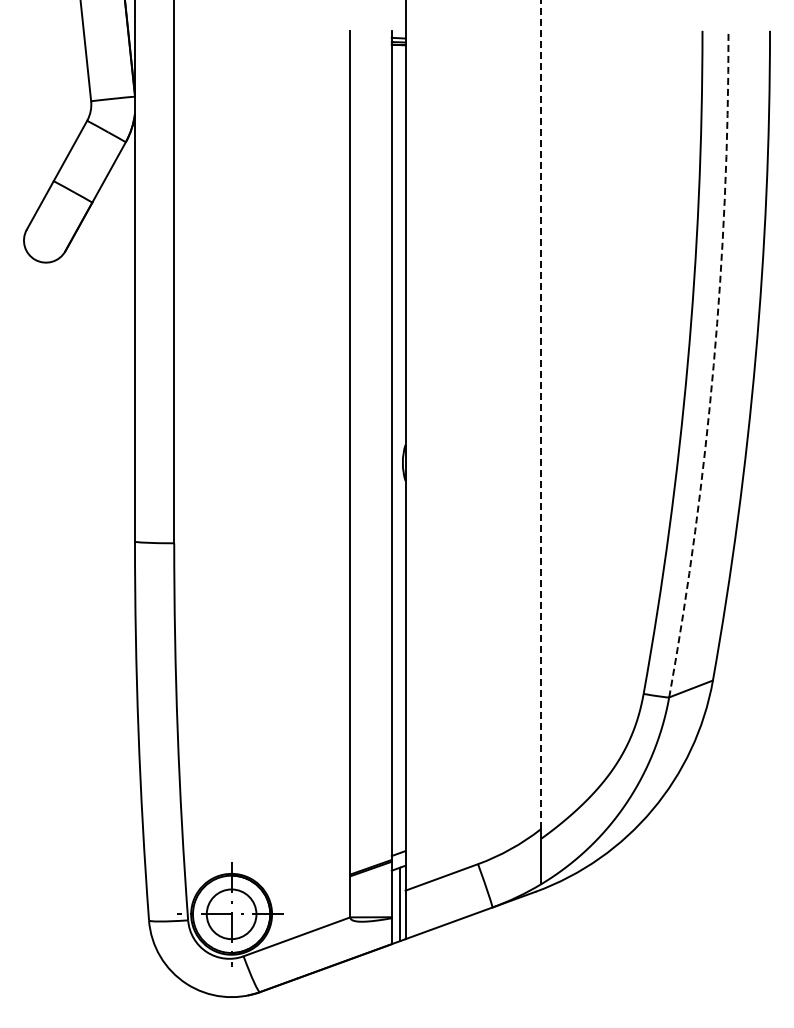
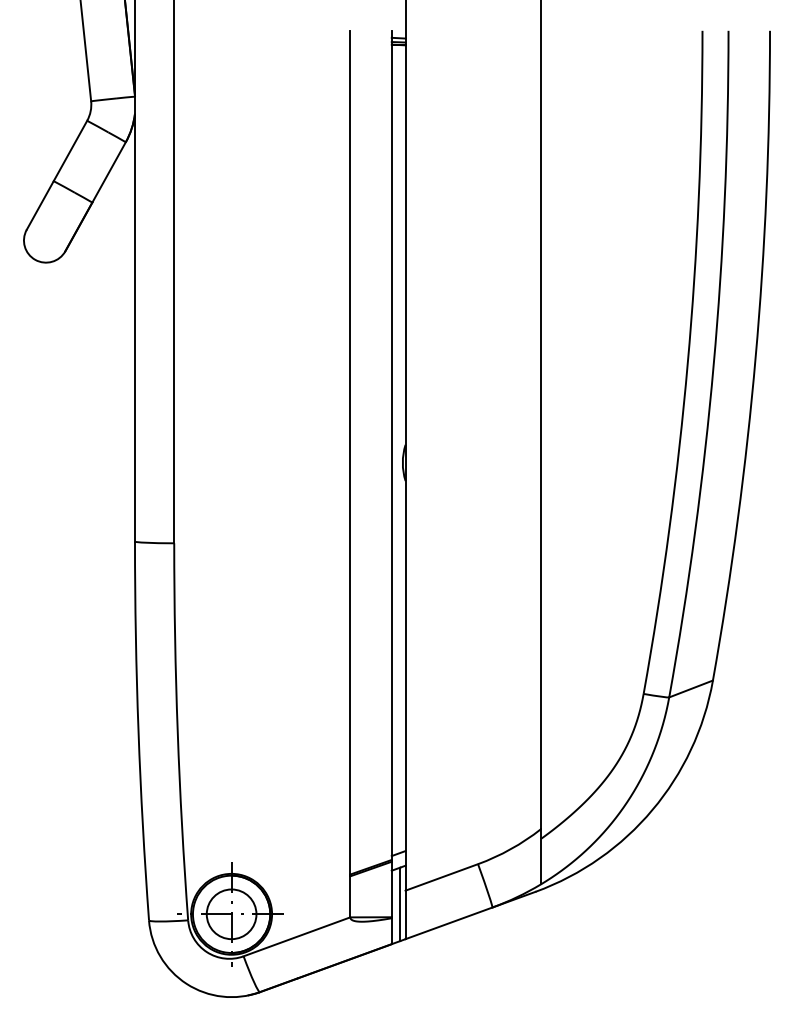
arc at (713, 365): dashed -> solid
line at (540, 414): dashed -> solid
